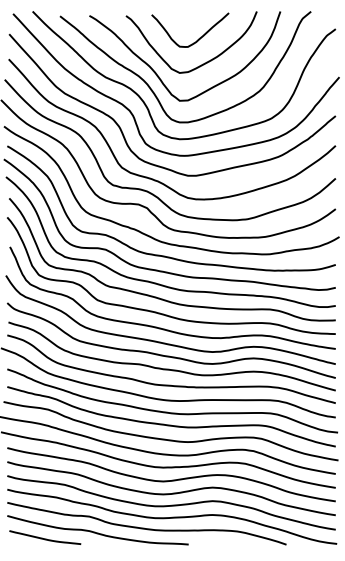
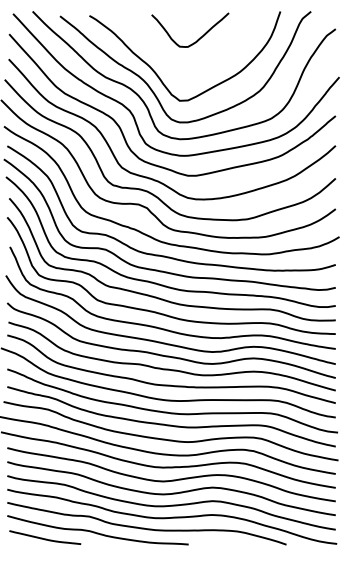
curve at (204, 62): present -> none
